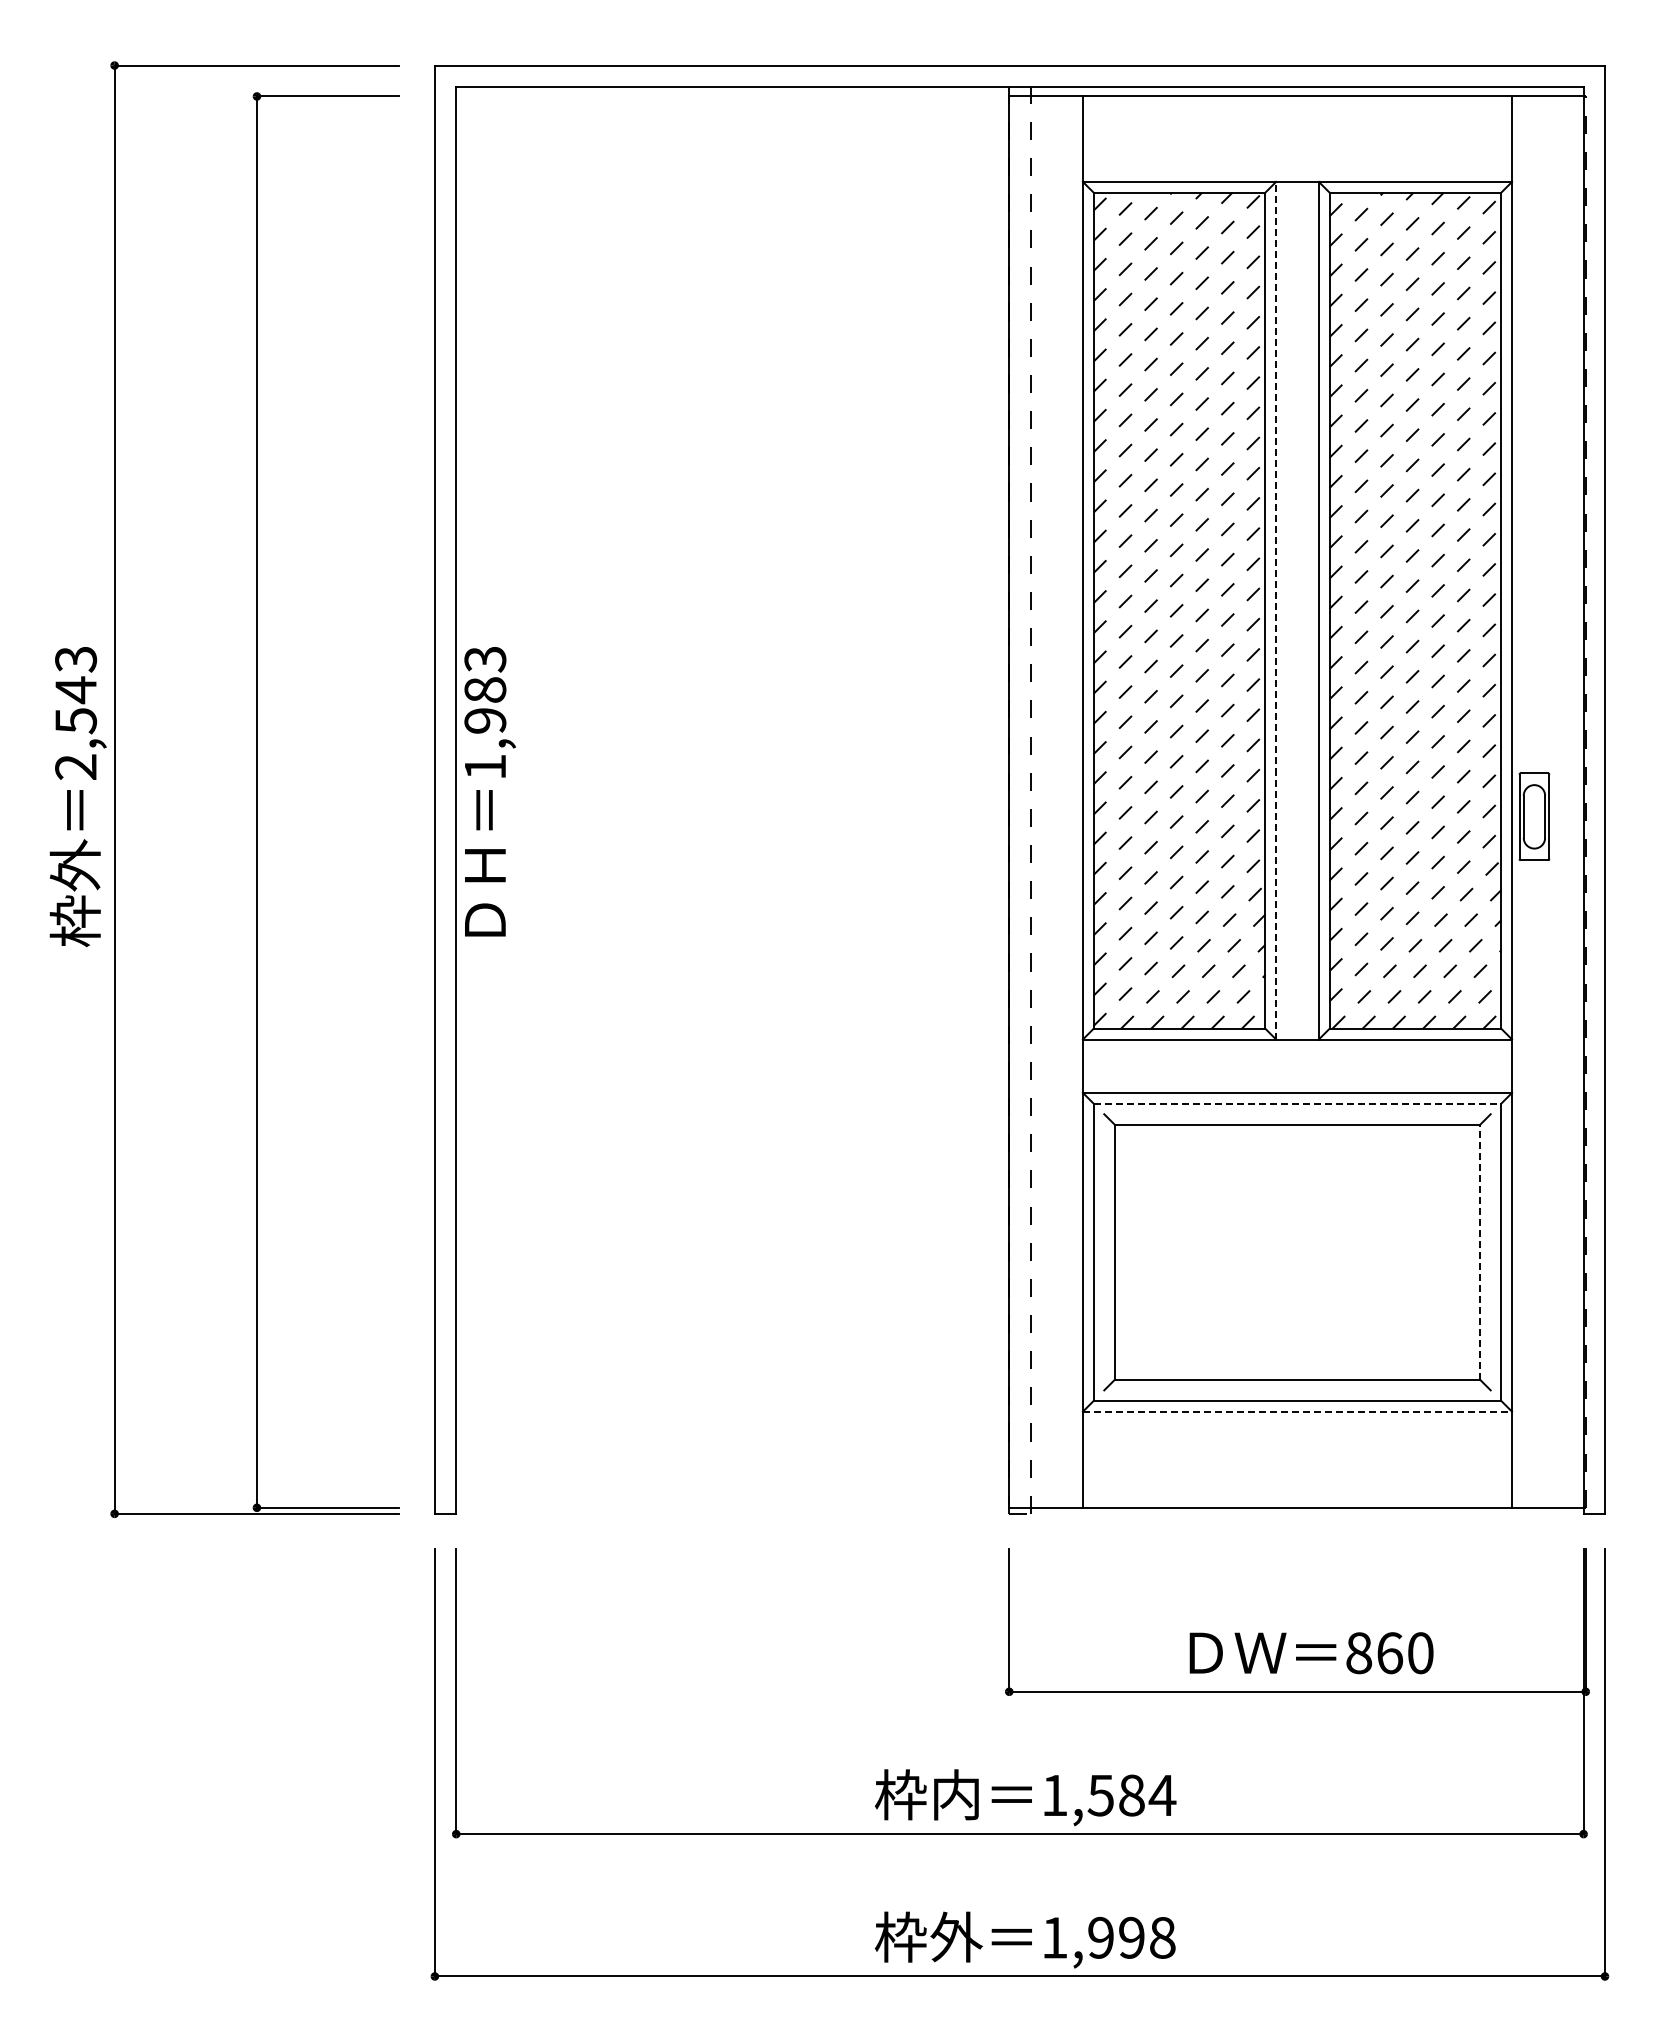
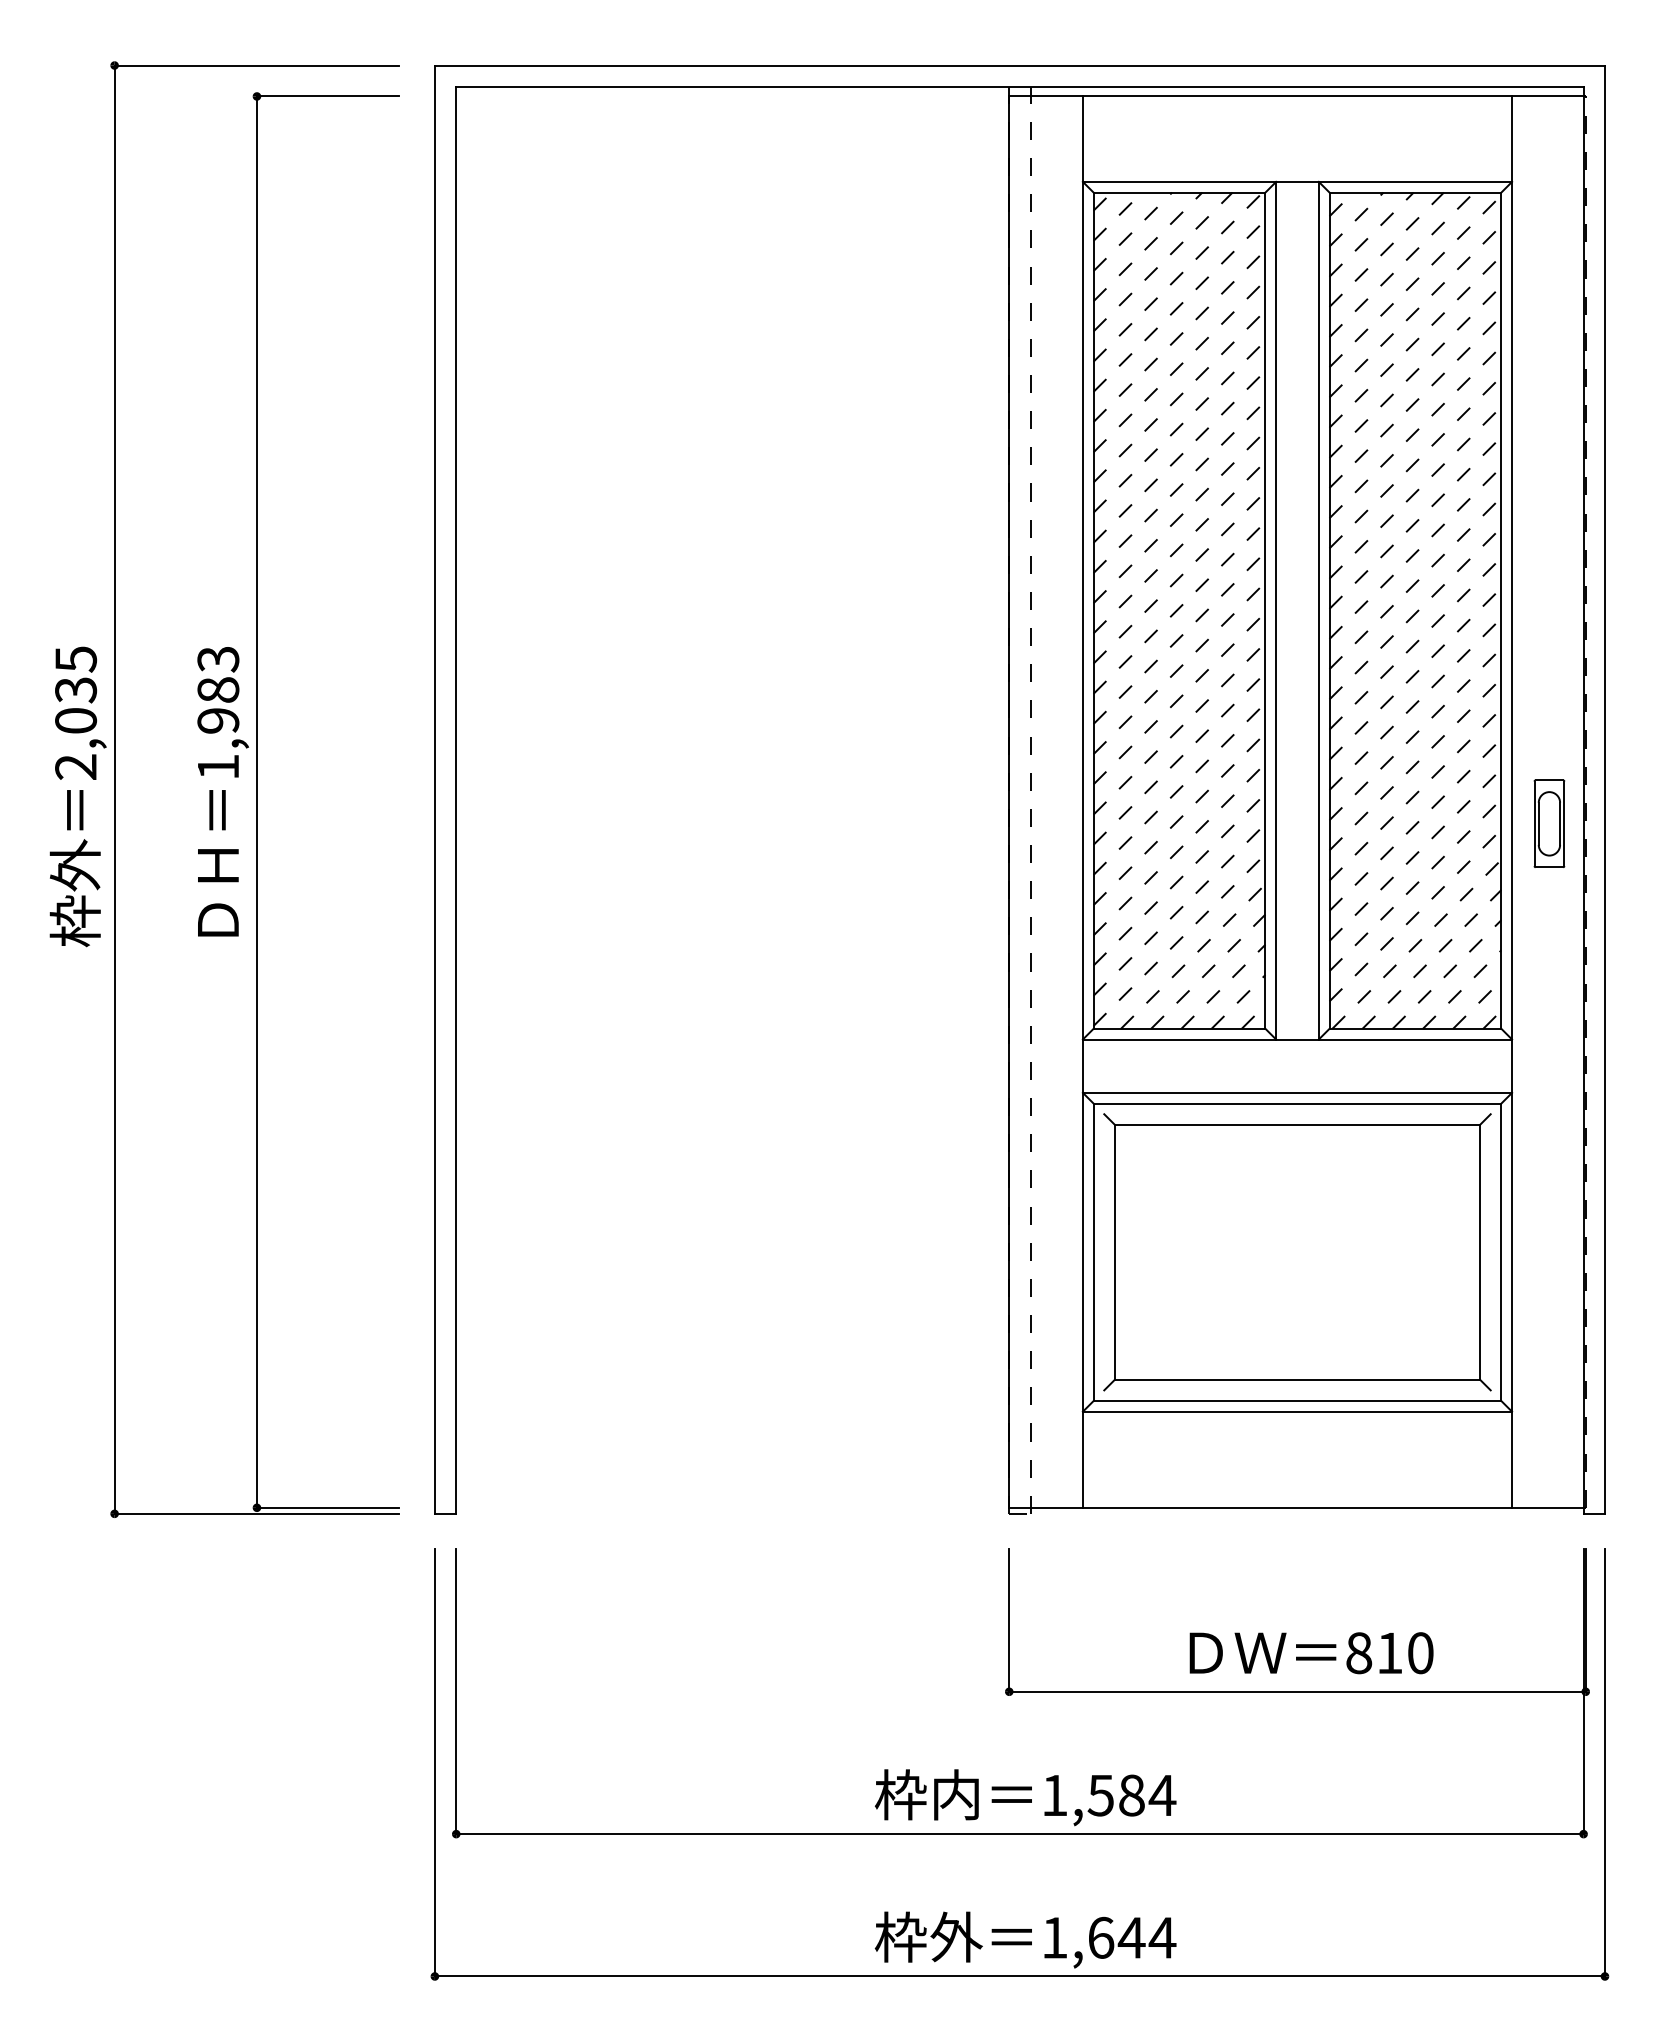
line at (1276, 610): dashed -> solid
text at (76, 690): 2,543 -> 2,035
text at (489, 791) position: (489, 791) -> (222, 791)
part at (1534, 816) position: (1534, 816) -> (1549, 823)
line at (1297, 1103): dashed -> solid
line at (1480, 1251): dashed -> solid
line at (1297, 1411): dashed -> solid
text at (1390, 1653): 860 -> 810
text at (1132, 1937): 1,998 -> 1,644
